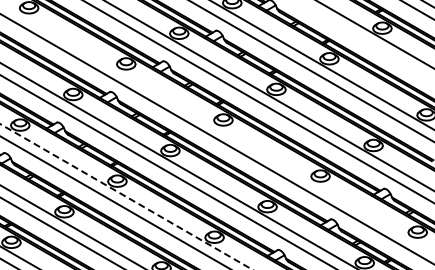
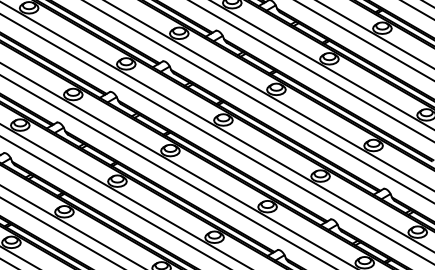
line at (364, 40): none -> present
line at (216, 126): none -> present
line at (126, 196): dashed -> solid
